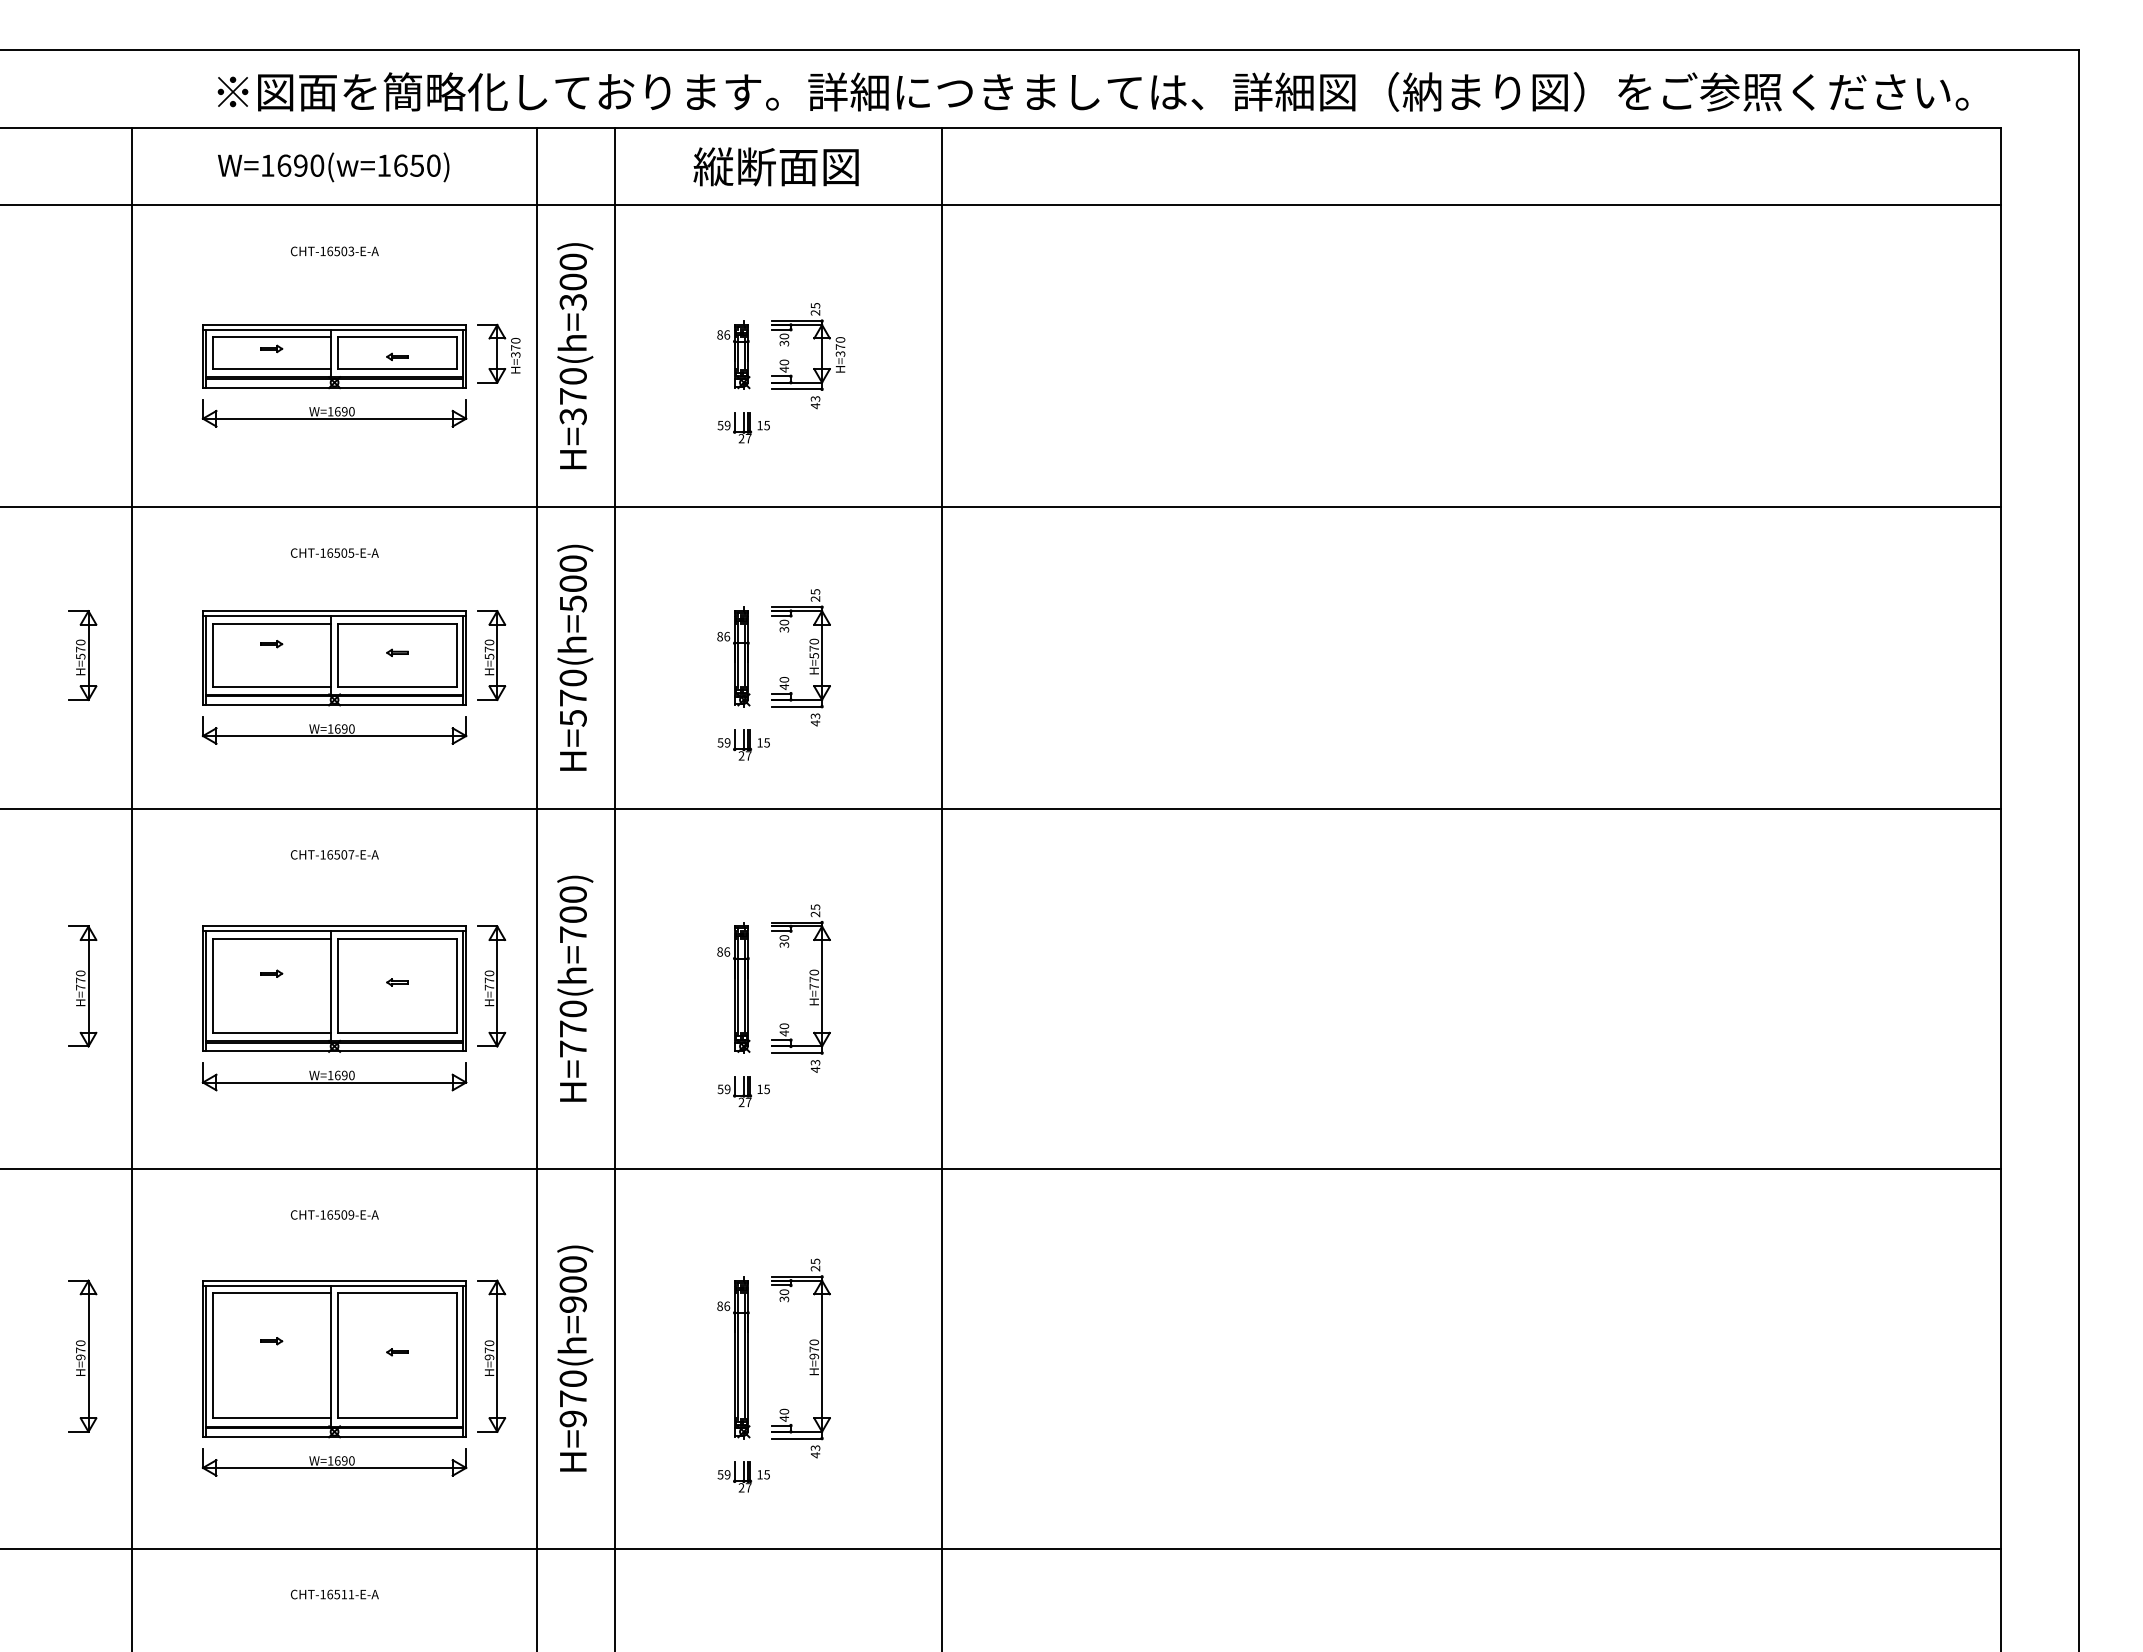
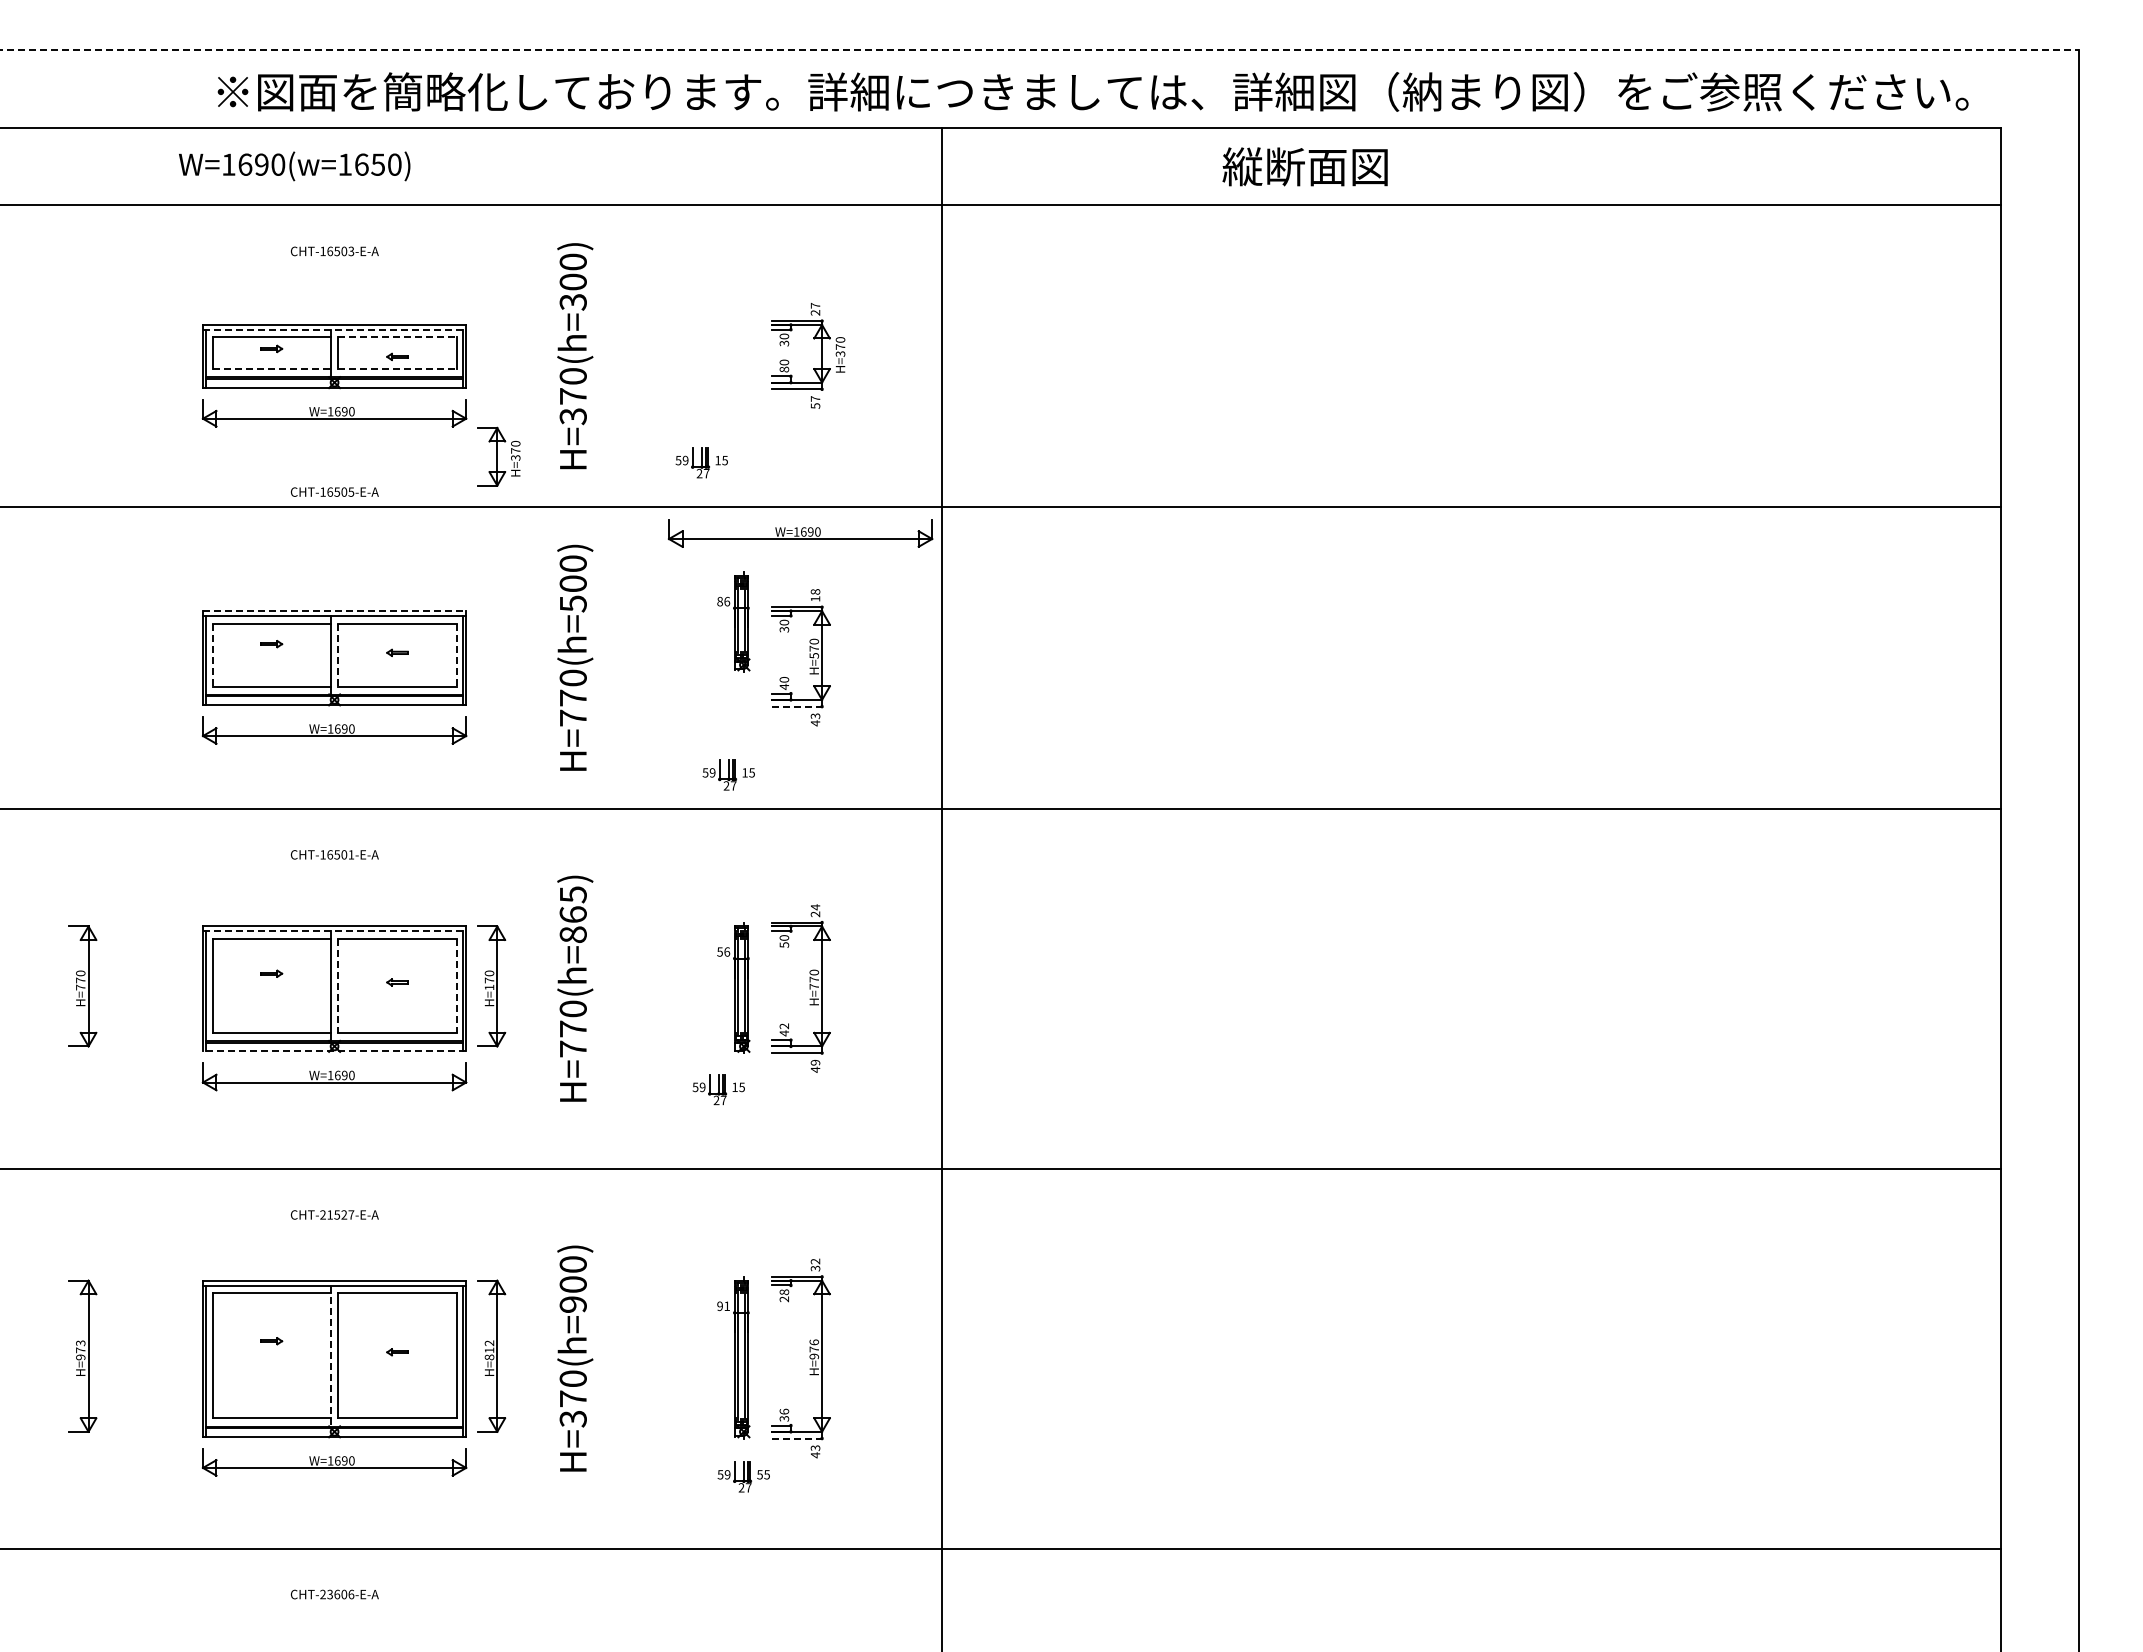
line at (1039, 49): solid -> dashed
text at (775, 166) position: (775, 166) -> (1304, 166)
text at (333, 167) position: (333, 167) -> (294, 166)
text at (815, 305): 25 -> 27
line at (334, 329): solid -> dashed
line at (398, 337): solid -> dashed
part at (498, 353) position: (498, 353) -> (498, 456)
part at (733, 354): present -> none
line at (272, 369): solid -> dashed
line at (398, 369): solid -> dashed
text at (784, 369): 40 -> 80
text at (815, 402): 43 -> 57
part at (743, 427) position: (743, 427) -> (701, 462)
part at (800, 533): none -> present
text at (334, 552) position: (334, 552) -> (334, 491)
text at (815, 595): 25 -> 18
line at (334, 611): solid -> dashed
part at (82, 655): present -> none
line at (212, 655): solid -> dashed
line at (338, 655): solid -> dashed
line at (456, 655): solid -> dashed
part at (491, 655): present -> none
part at (733, 656) position: (733, 656) -> (733, 621)
line at (797, 706): solid -> dashed
text at (573, 717): H=570(h=500) -> H=770(h=500)
part at (743, 744) position: (743, 744) -> (728, 774)
text at (351, 854): CHT-16507-E-A -> CHT-16501-E-A
line at (132, 887): present -> none
line at (537, 887): present -> none
line at (614, 887): present -> none
text at (815, 907): 25 -> 24
text at (572, 914): H=770(h=700) -> H=770(h=865)
line at (334, 931): solid -> dashed
text at (783, 944): 30 -> 50
text at (719, 951): 86 -> 56
line at (338, 986): solid -> dashed
line at (456, 986): solid -> dashed
text at (489, 987): H=770 -> H=170
text at (784, 1026): 40 -> 42
line at (334, 1051): solid -> dashed
text at (815, 1062): 43 -> 49
part at (743, 1091) position: (743, 1091) -> (718, 1089)
text at (337, 1214): CHT-16509-E-A -> CHT-21527-E-A
text at (815, 1264): 25 -> 32
text at (784, 1295): 30 -> 28
text at (723, 1306): 86 -> 91
text at (813, 1342): H=970 -> H=976
text at (80, 1343): H=970 -> H=973
text at (489, 1350): H=970 -> H=812
line at (330, 1356): solid -> dashed
text at (784, 1414): 40 -> 36
text at (572, 1418): H=970(h=900) -> H=370(h=900)
line at (797, 1438): solid -> dashed
text at (759, 1474): 15 -> 55
text at (337, 1594): CHT-16511-E-A -> CHT-23606-E-A
